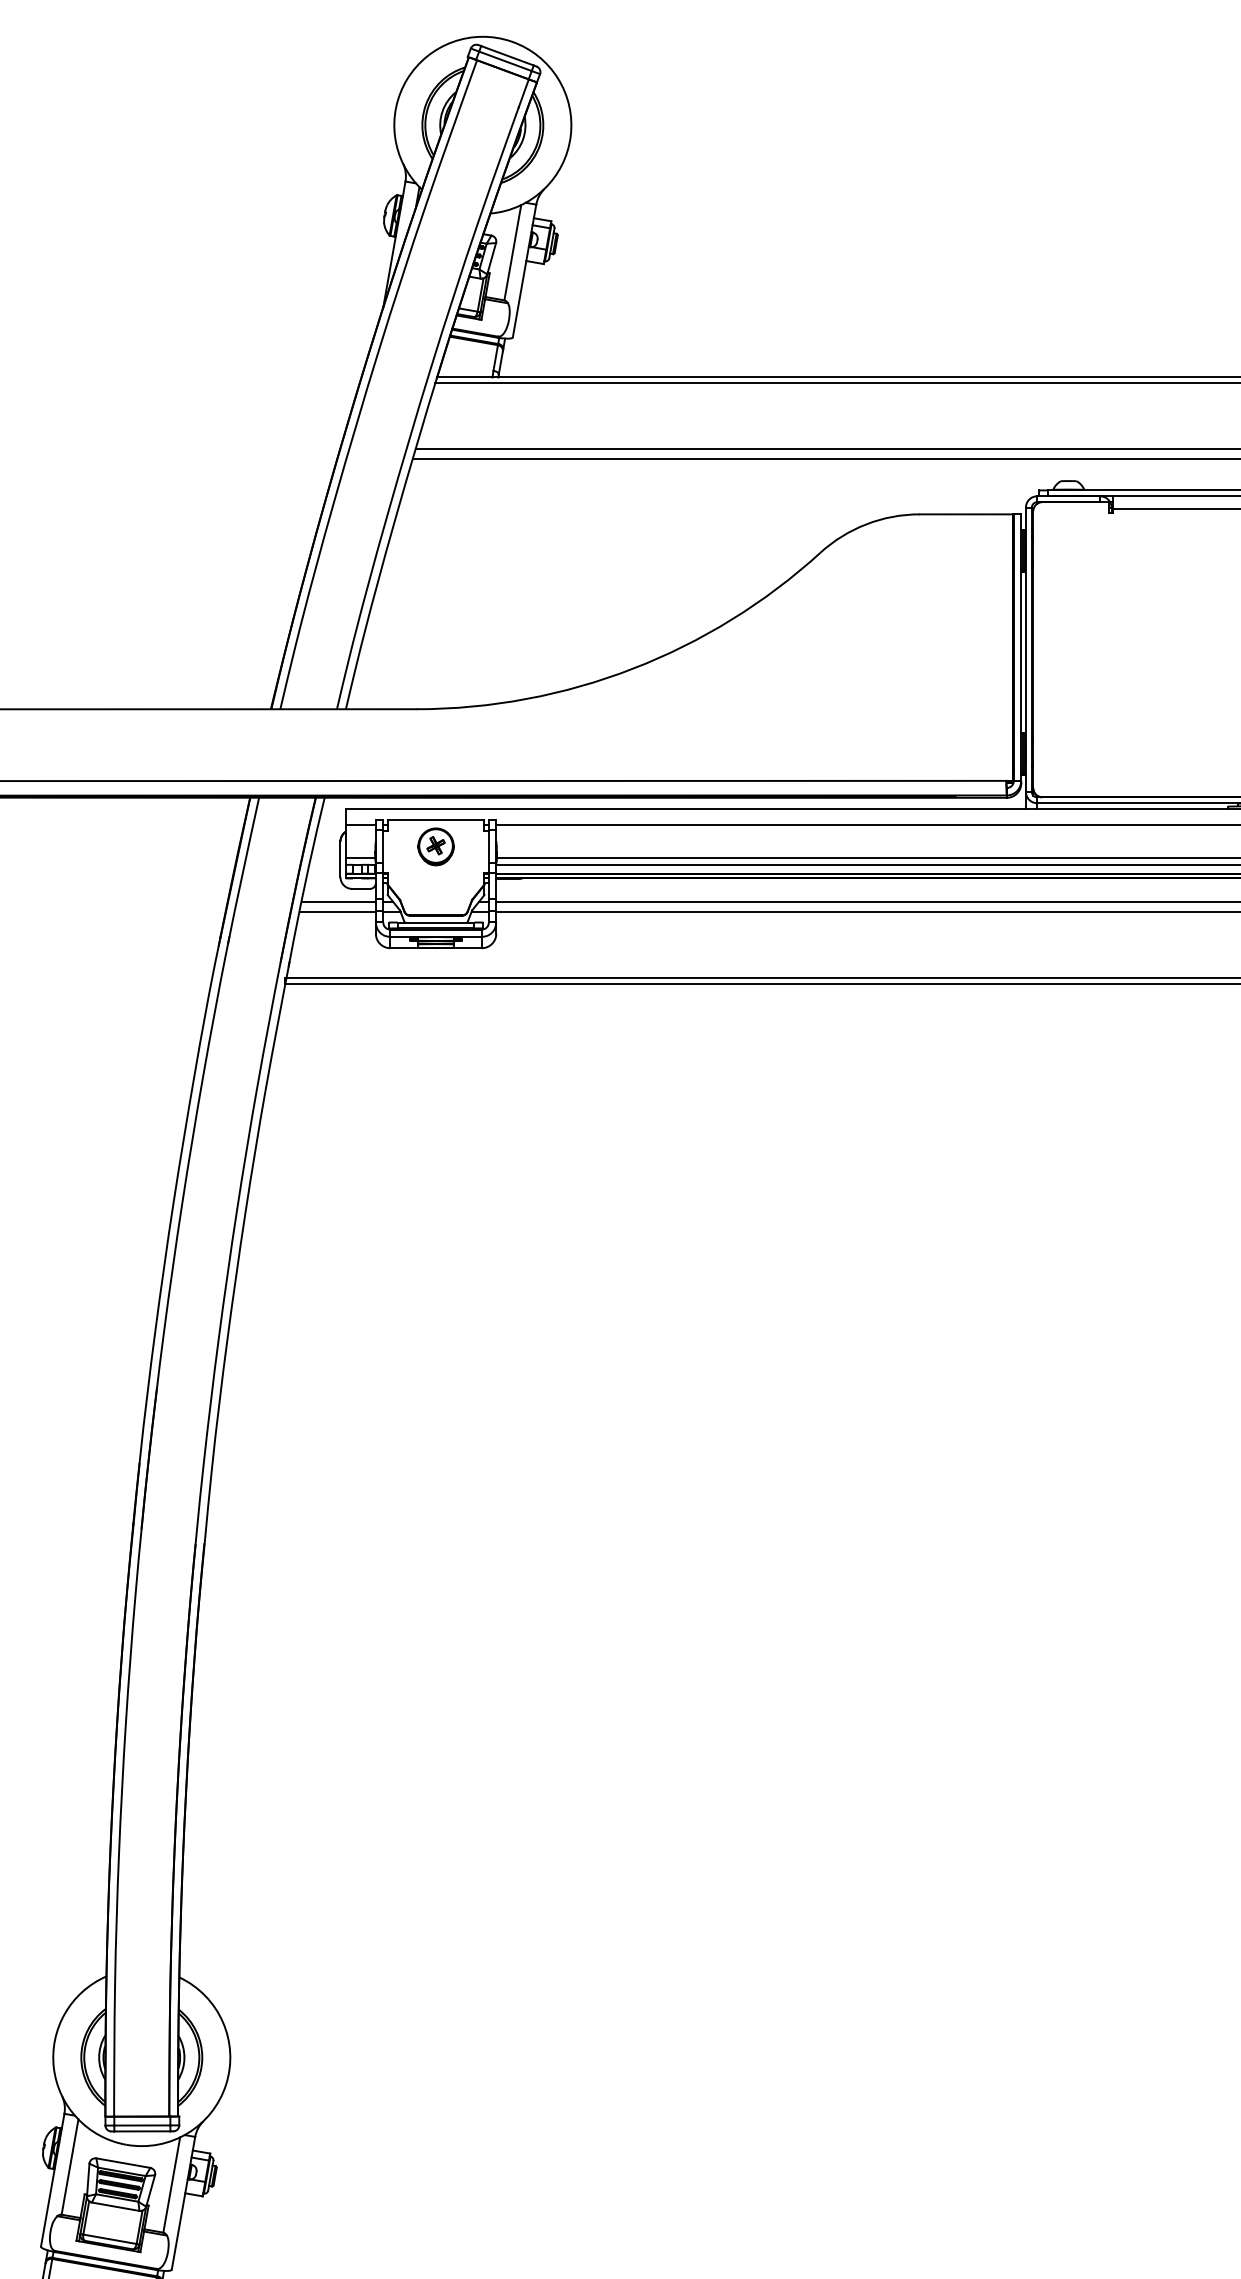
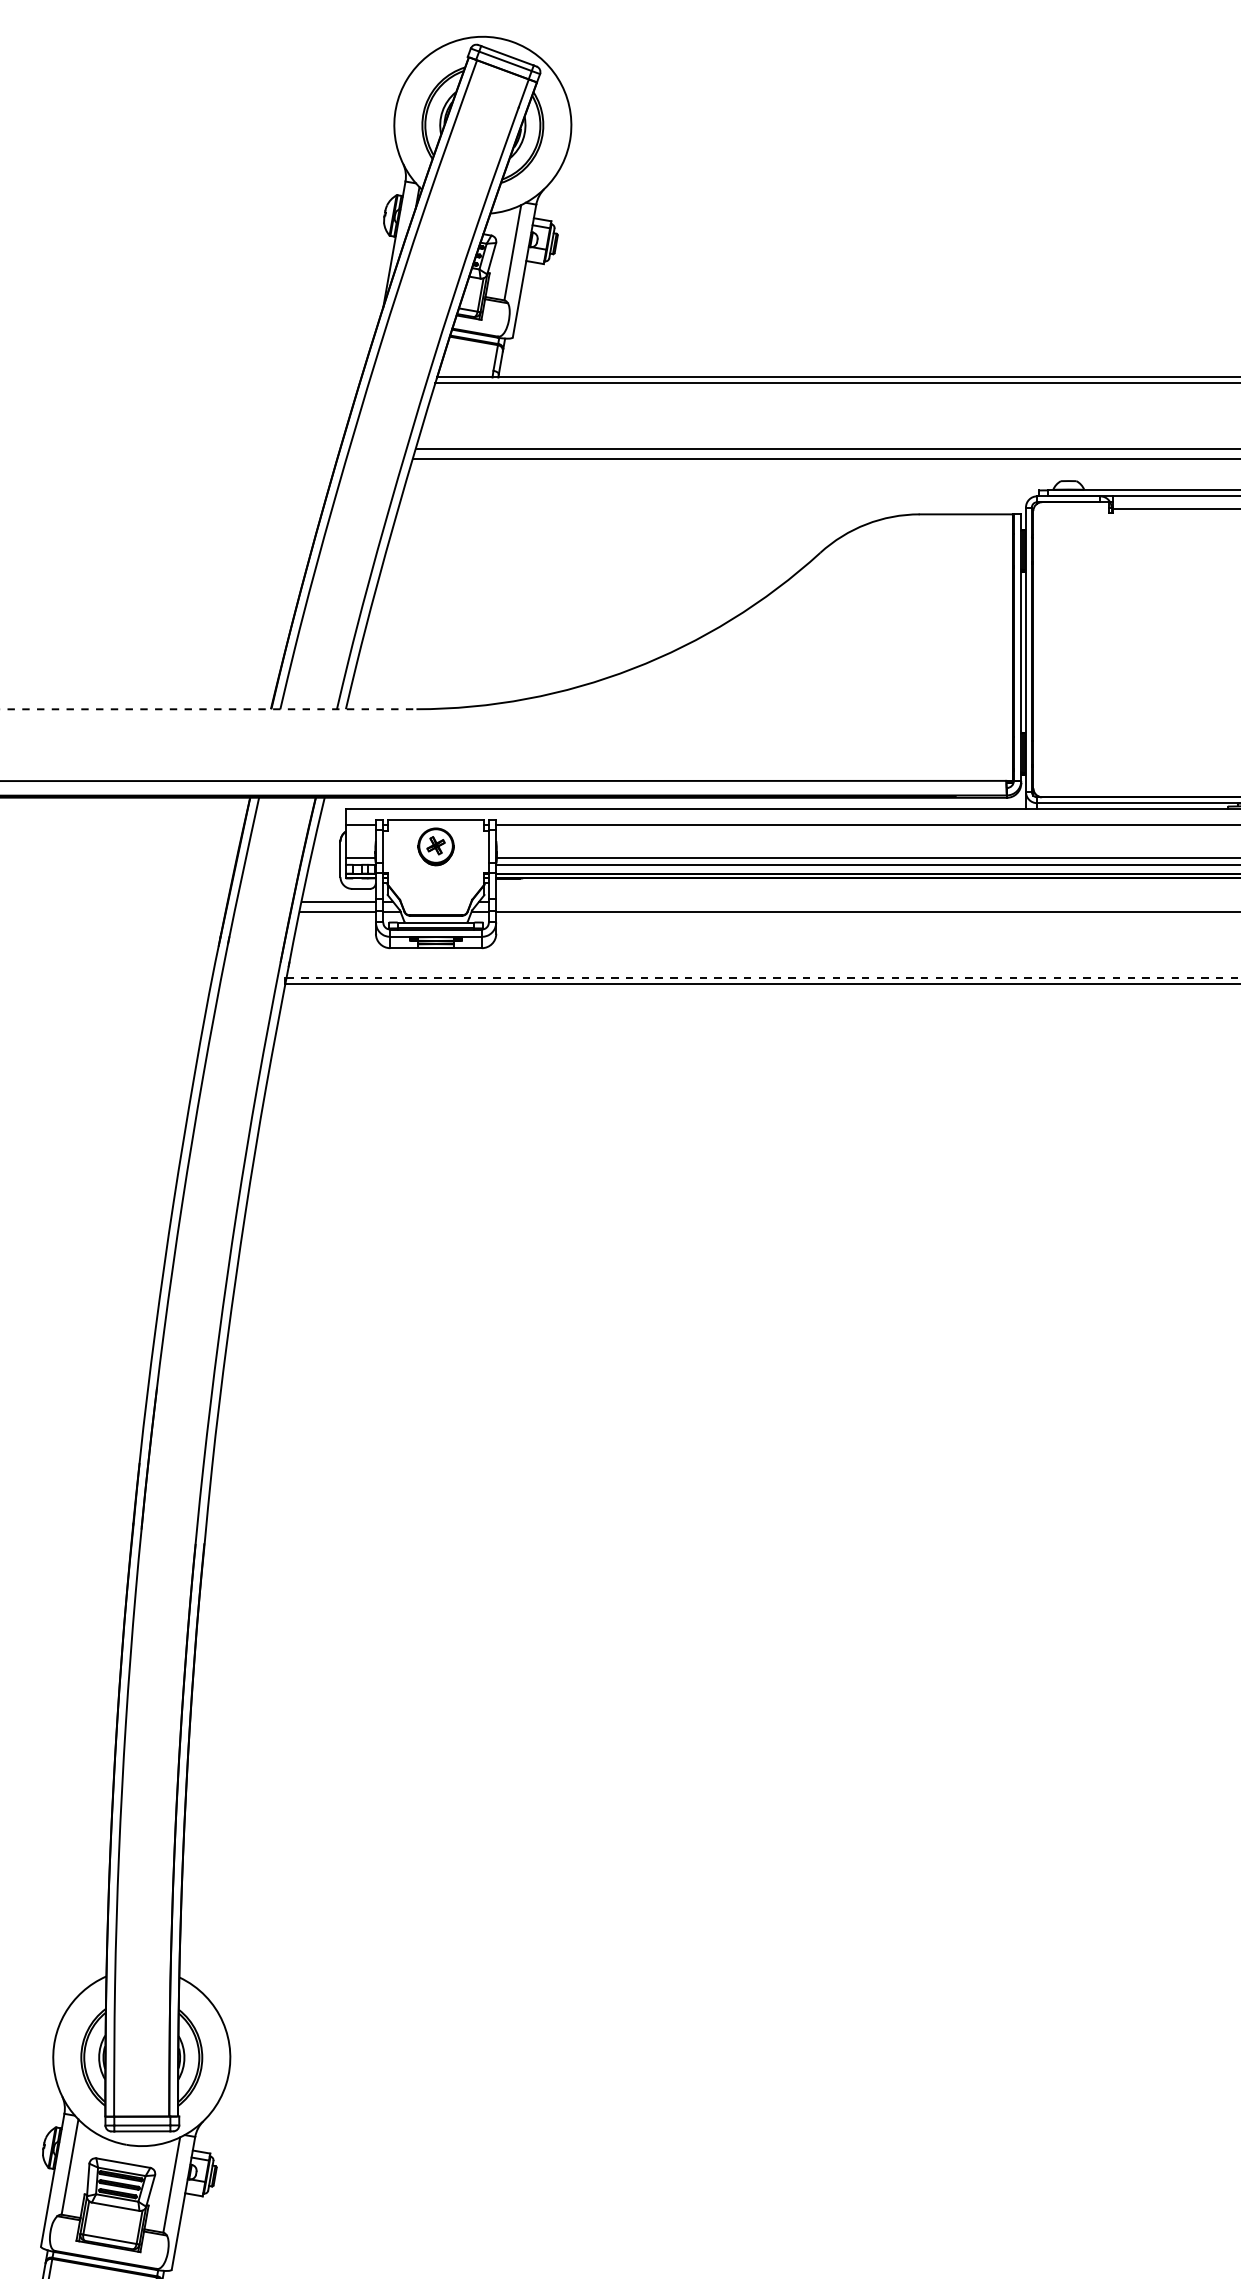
line at (208, 709): solid -> dashed
line at (866, 901): present -> none
line at (763, 977): solid -> dashed
